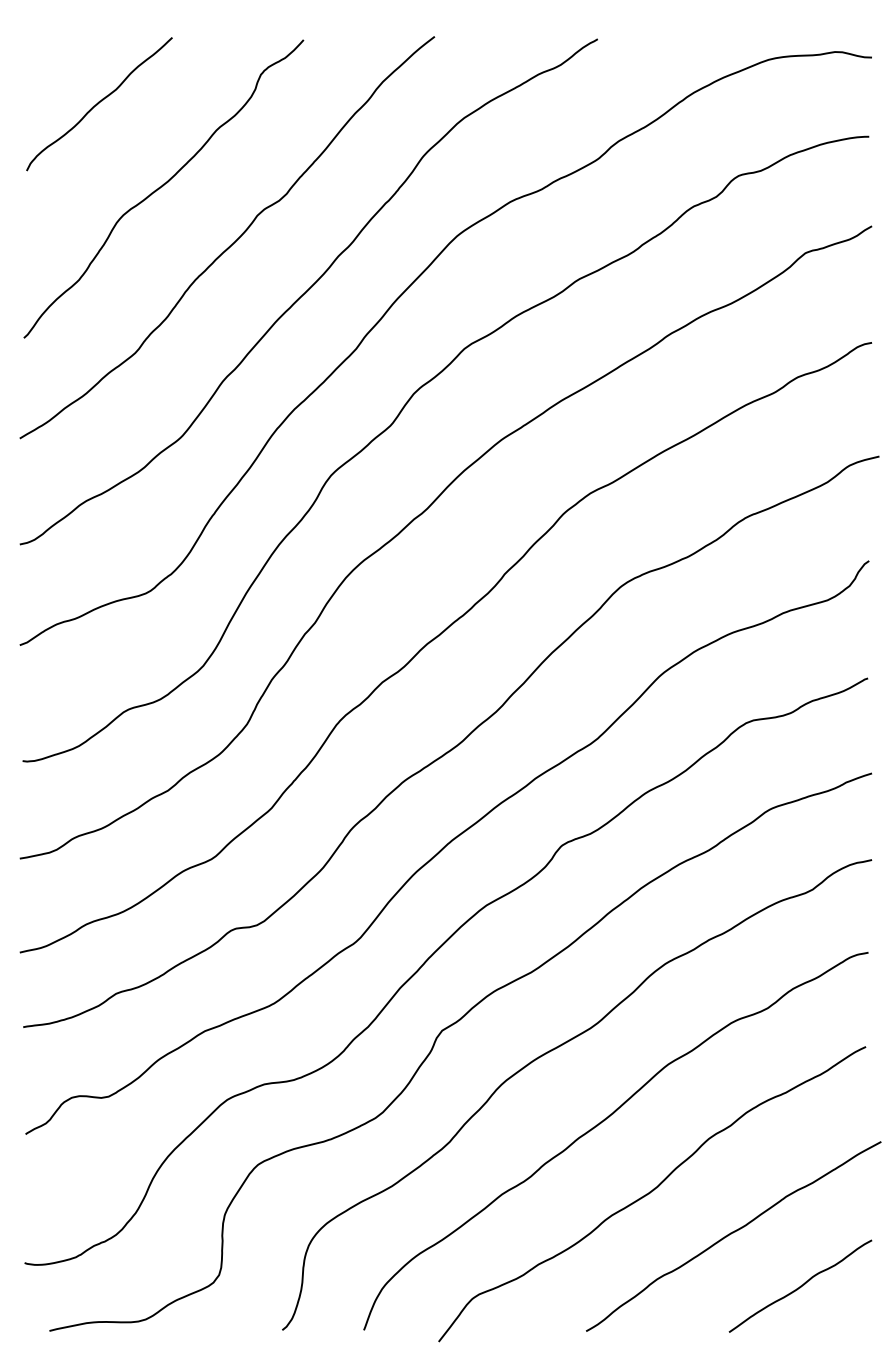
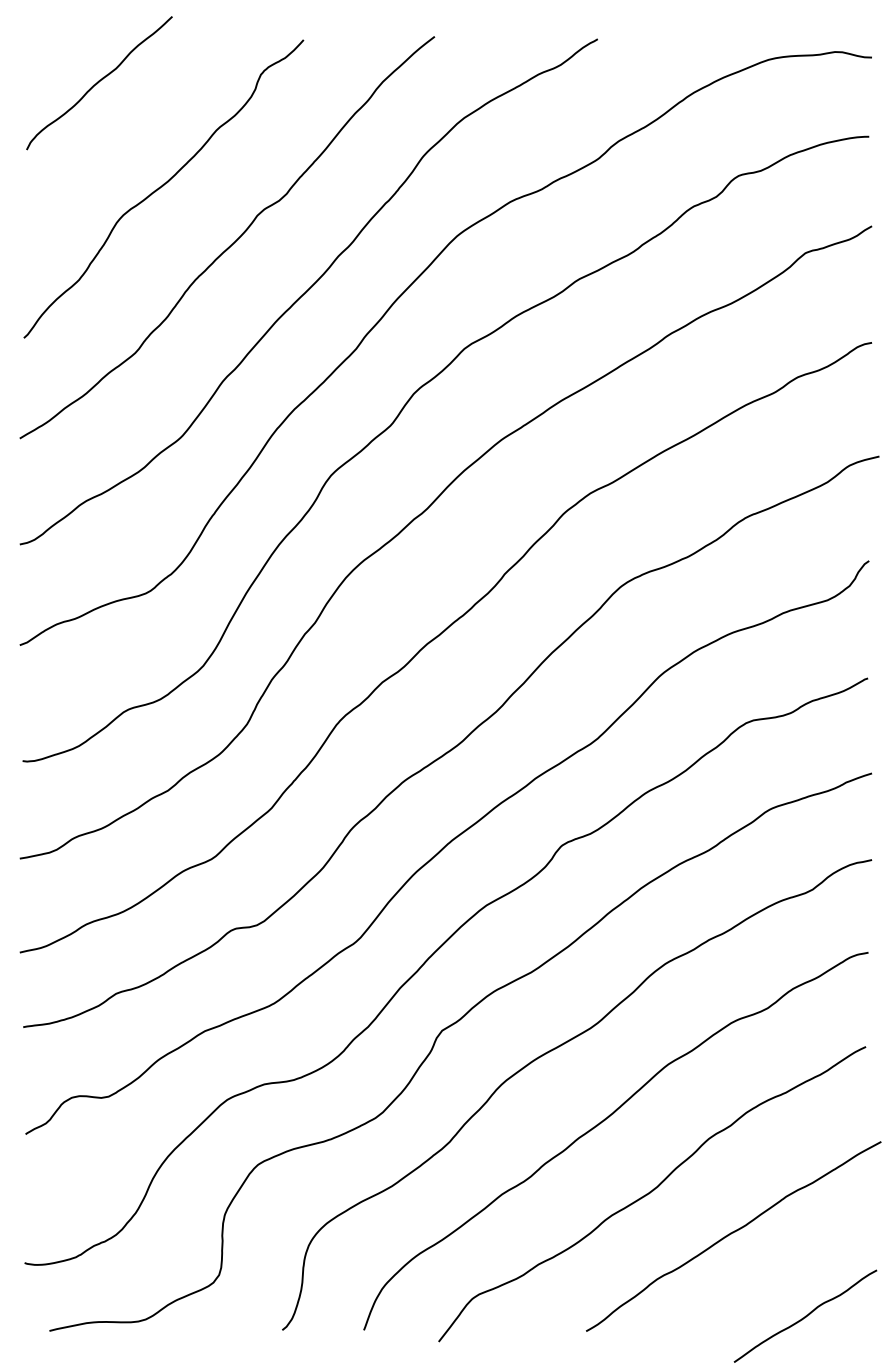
curve at (99, 103) position: (99, 103) -> (99, 82)
curve at (800, 1285) position: (800, 1285) -> (805, 1315)
